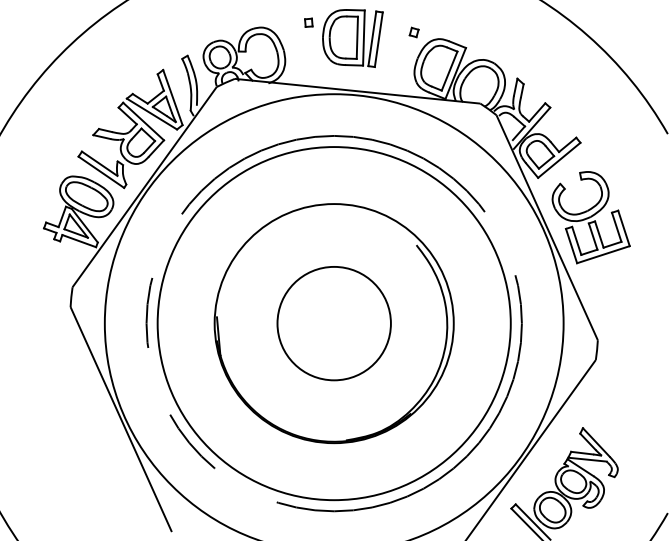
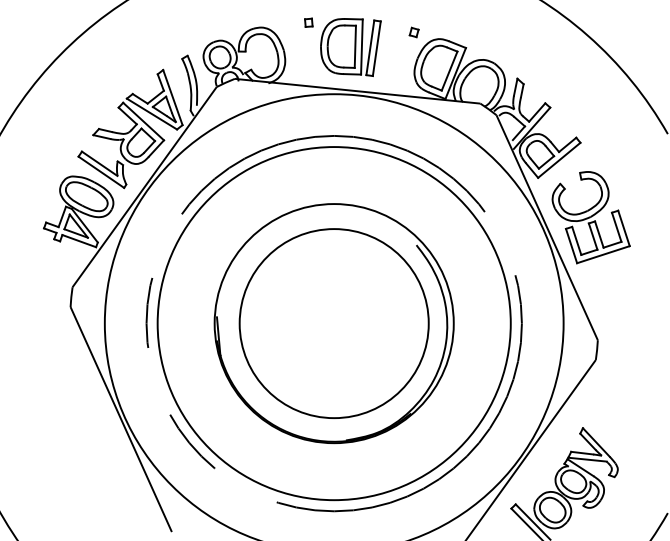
part at (352, 38) position: (352, 38) -> (350, 47)
circle at (333, 323) diameter: 113 px -> 189 px
